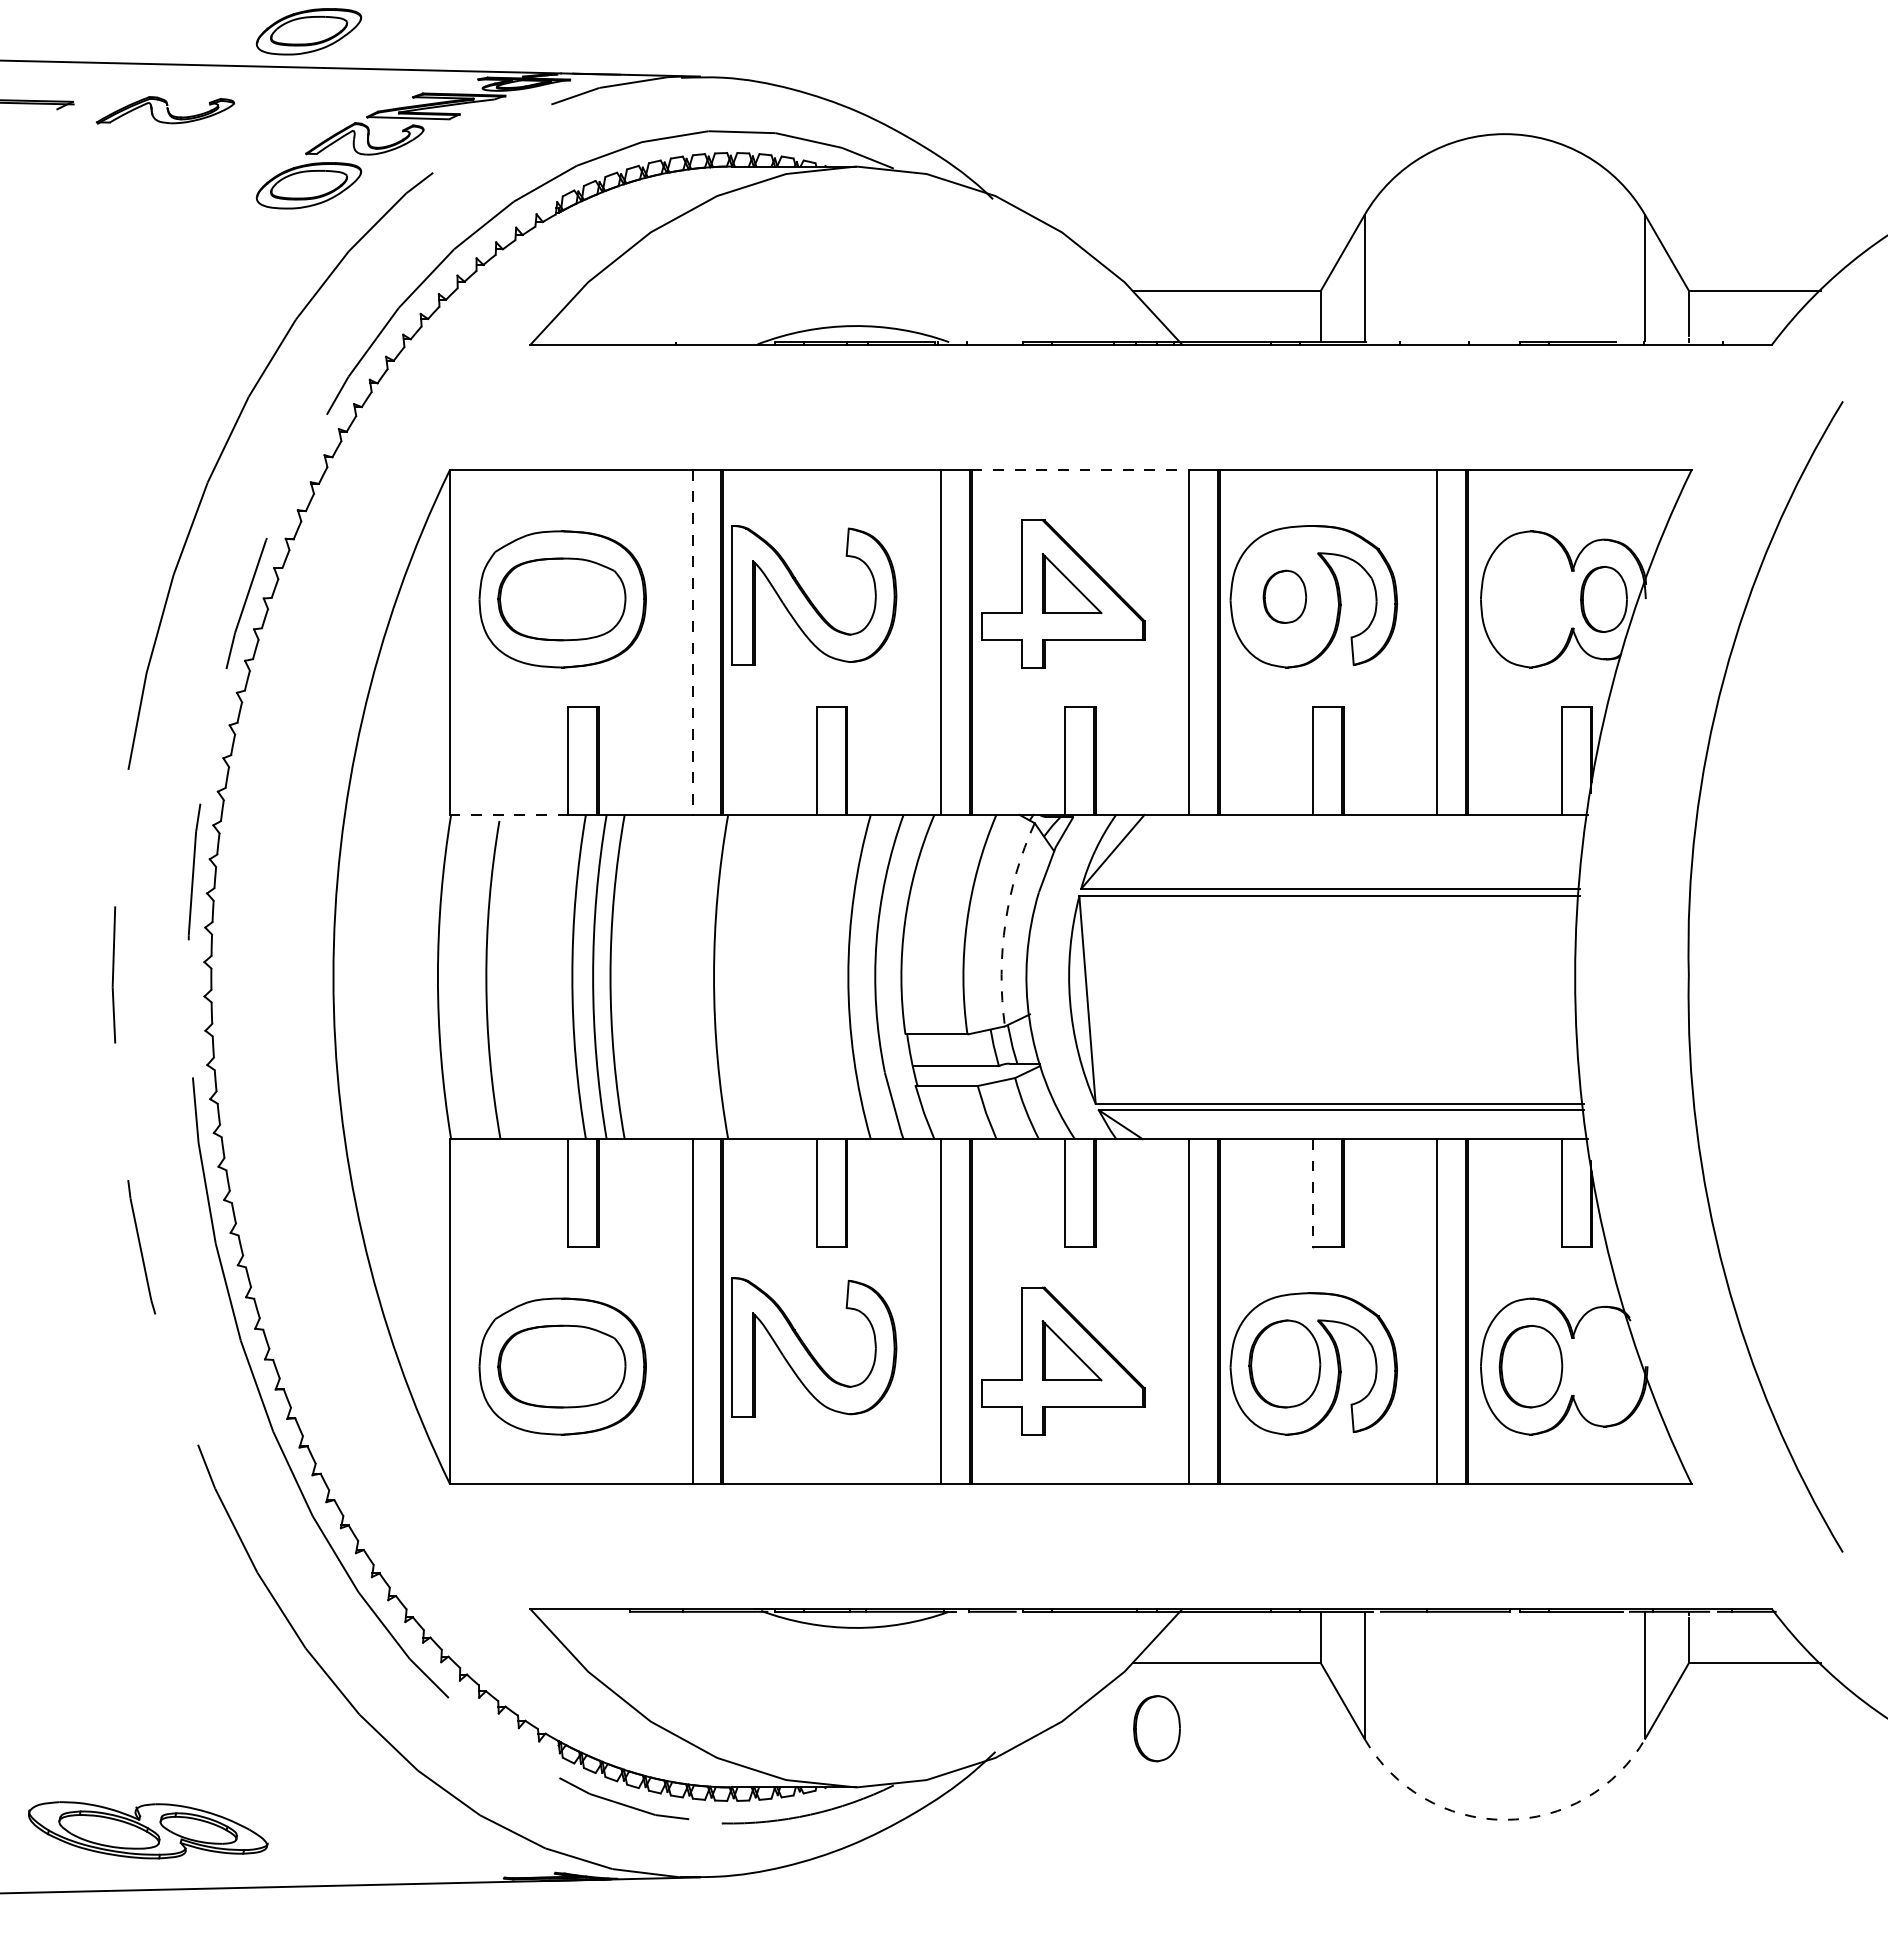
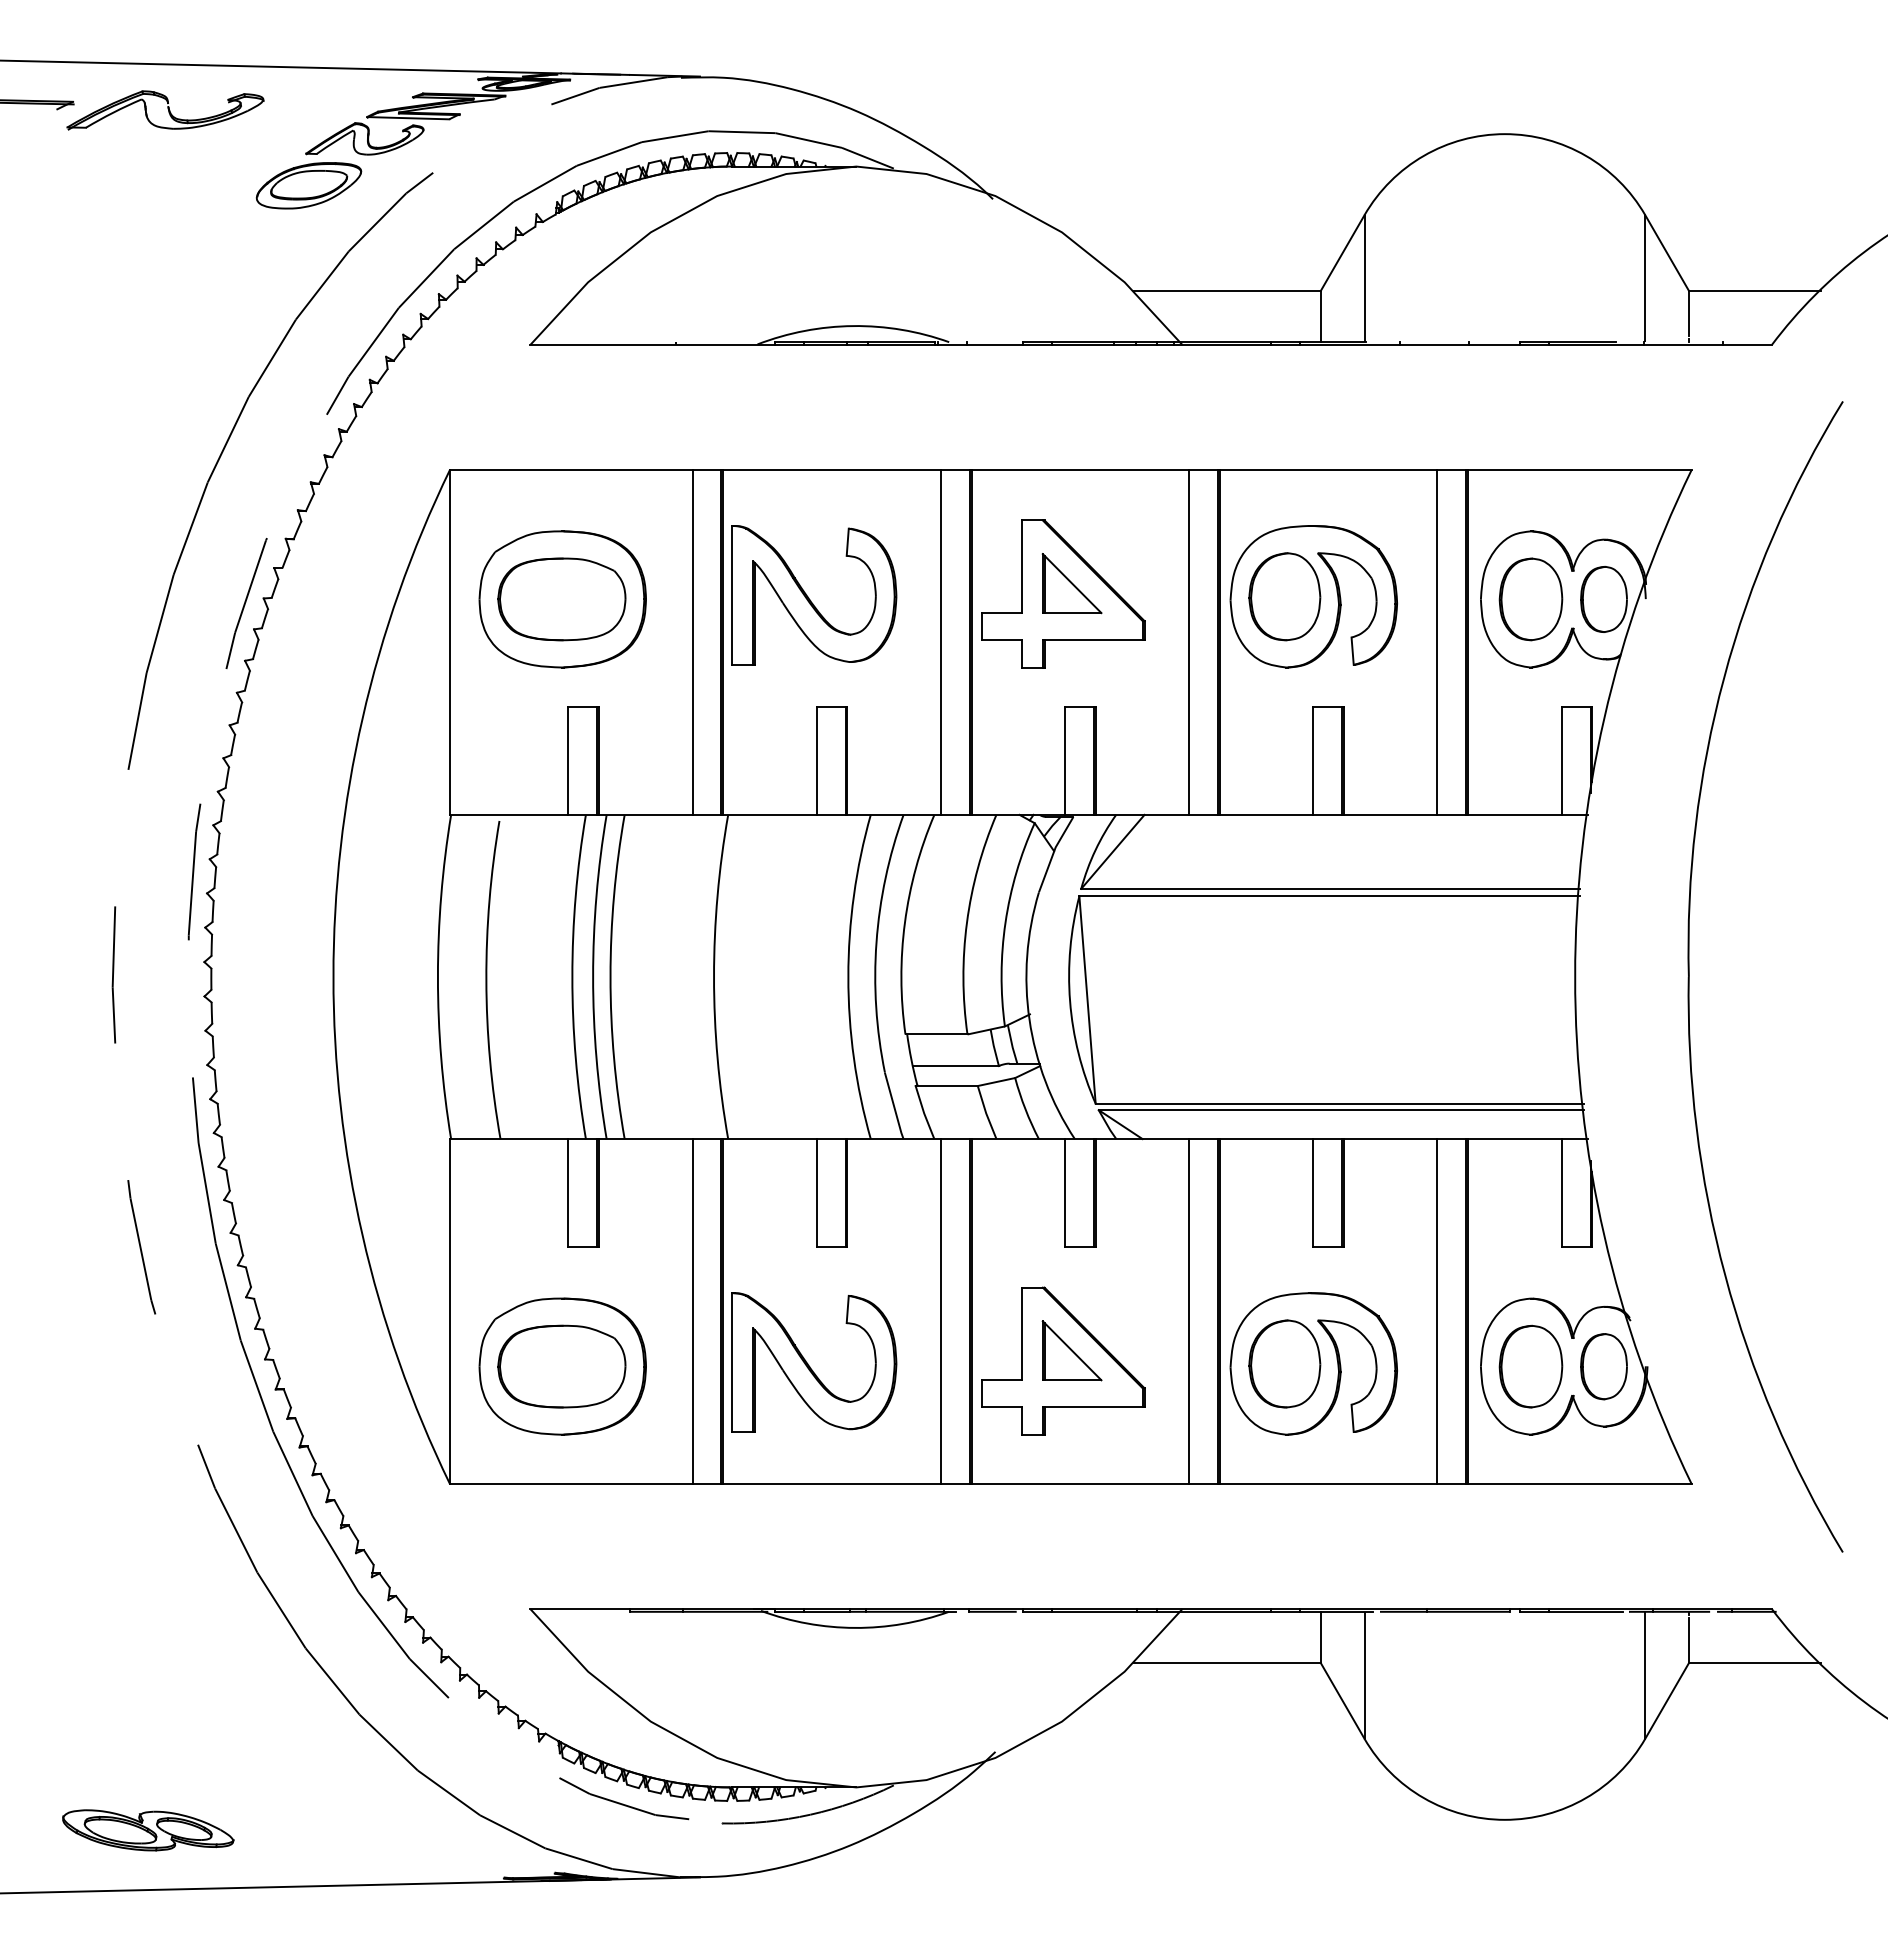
part at (308, 31): present -> none
part at (165, 110) size: 139x29 px -> 199x41 px
line at (1080, 469): dashed -> solid
part at (1284, 596) size: 46x55 px -> 74x90 px
part at (1530, 599): none -> present
line at (692, 642): dashed -> solid
line at (508, 814): dashed -> solid
arc at (1005, 922): dashed -> solid
line at (1313, 1193): dashed -> solid
part at (814, 1347) position: (814, 1347) -> (814, 1362)
part at (1156, 1728) position: (1156, 1728) -> (1603, 1366)
arc at (1504, 1819): dashed -> solid
part at (148, 1830) size: 241x59 px -> 173x43 px
